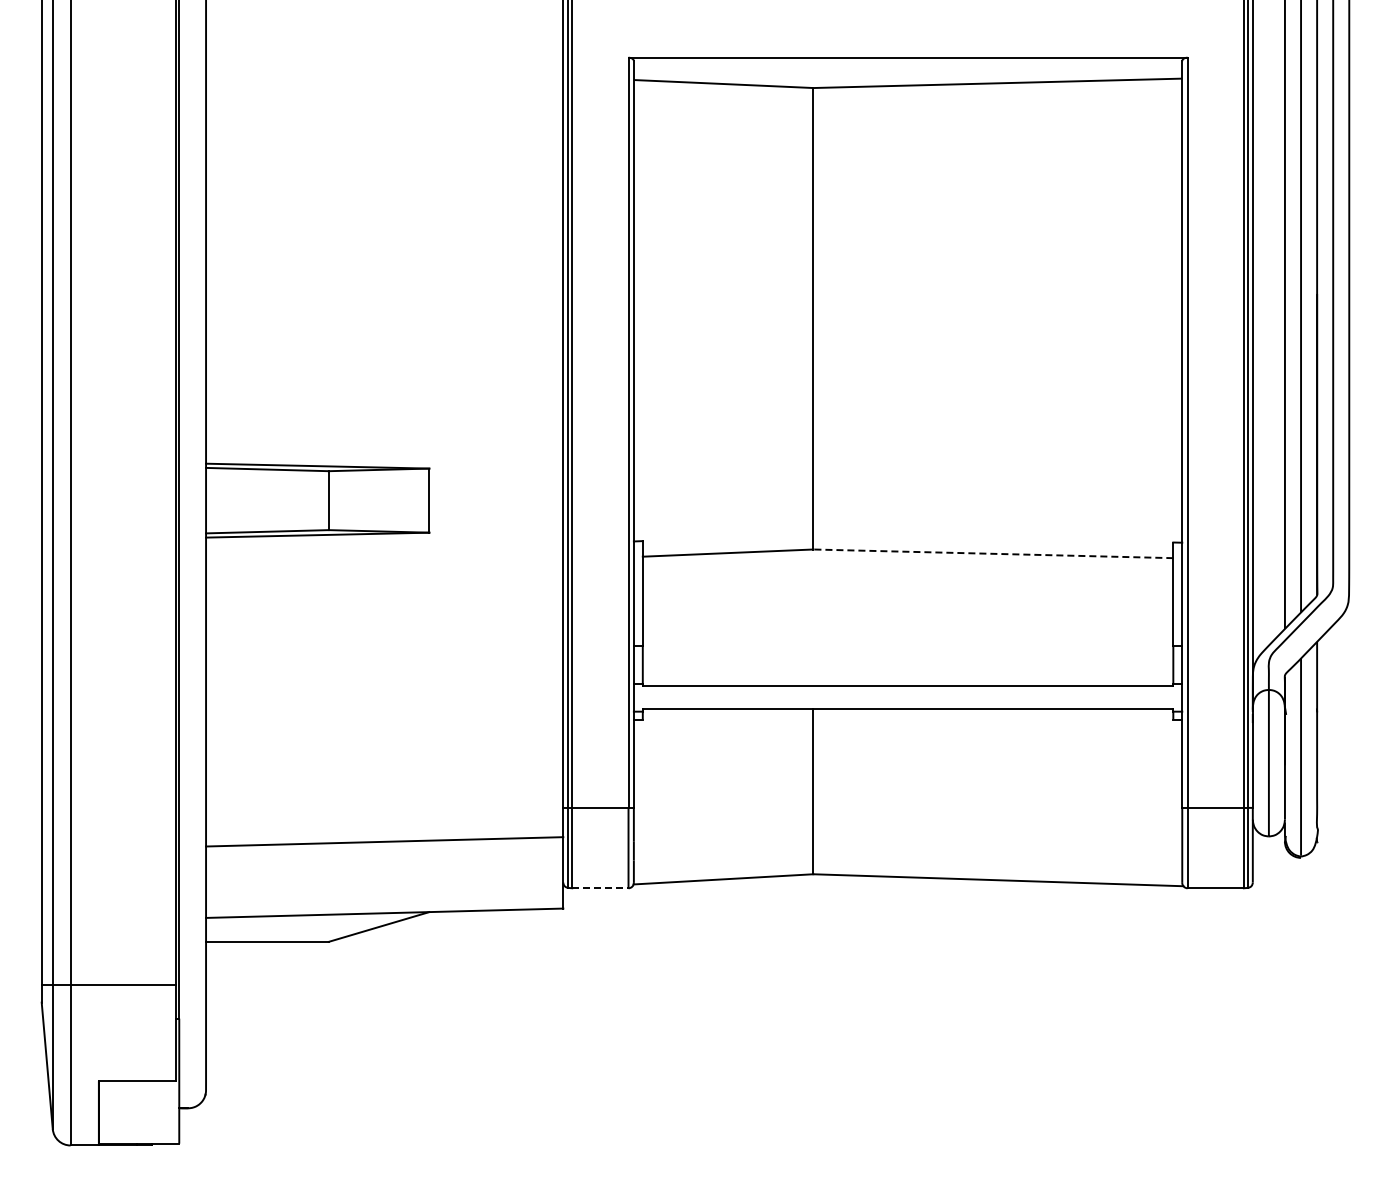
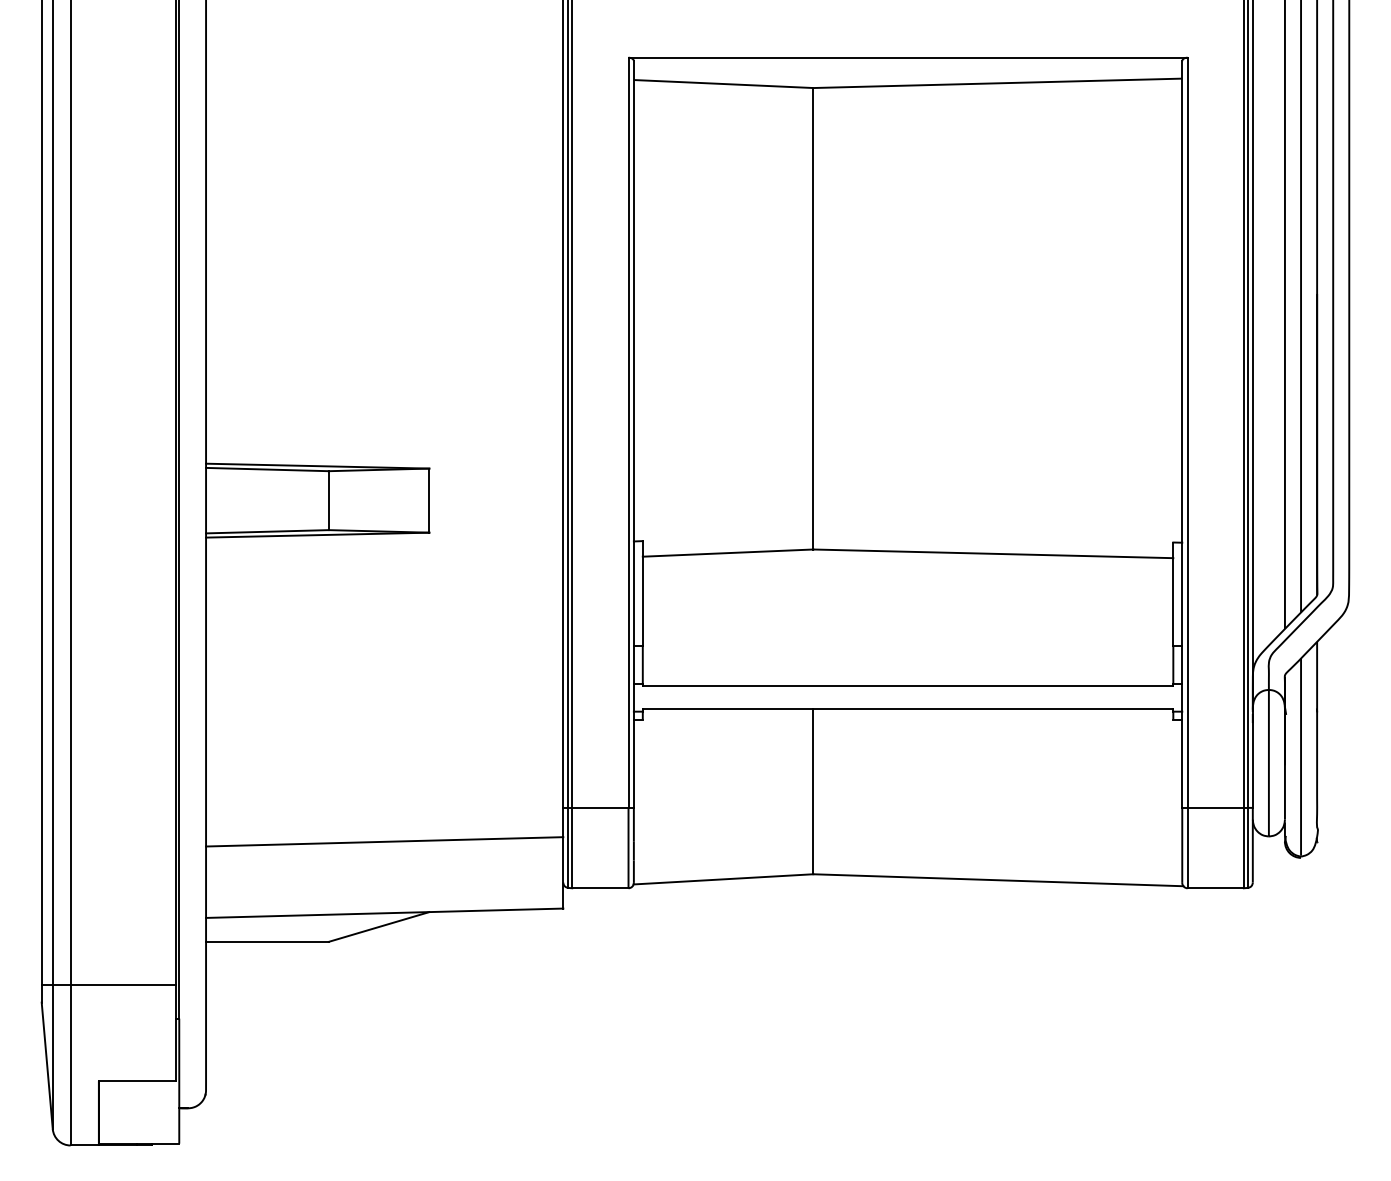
line at (992, 553): dashed -> solid
line at (600, 888): dashed -> solid
